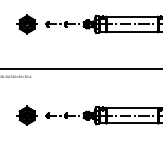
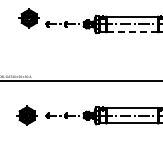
part at (26, 24) position: (26, 24) -> (28, 18)
line at (132, 32): solid -> dashed
line at (80, 69) position: (80, 69) -> (80, 81)
